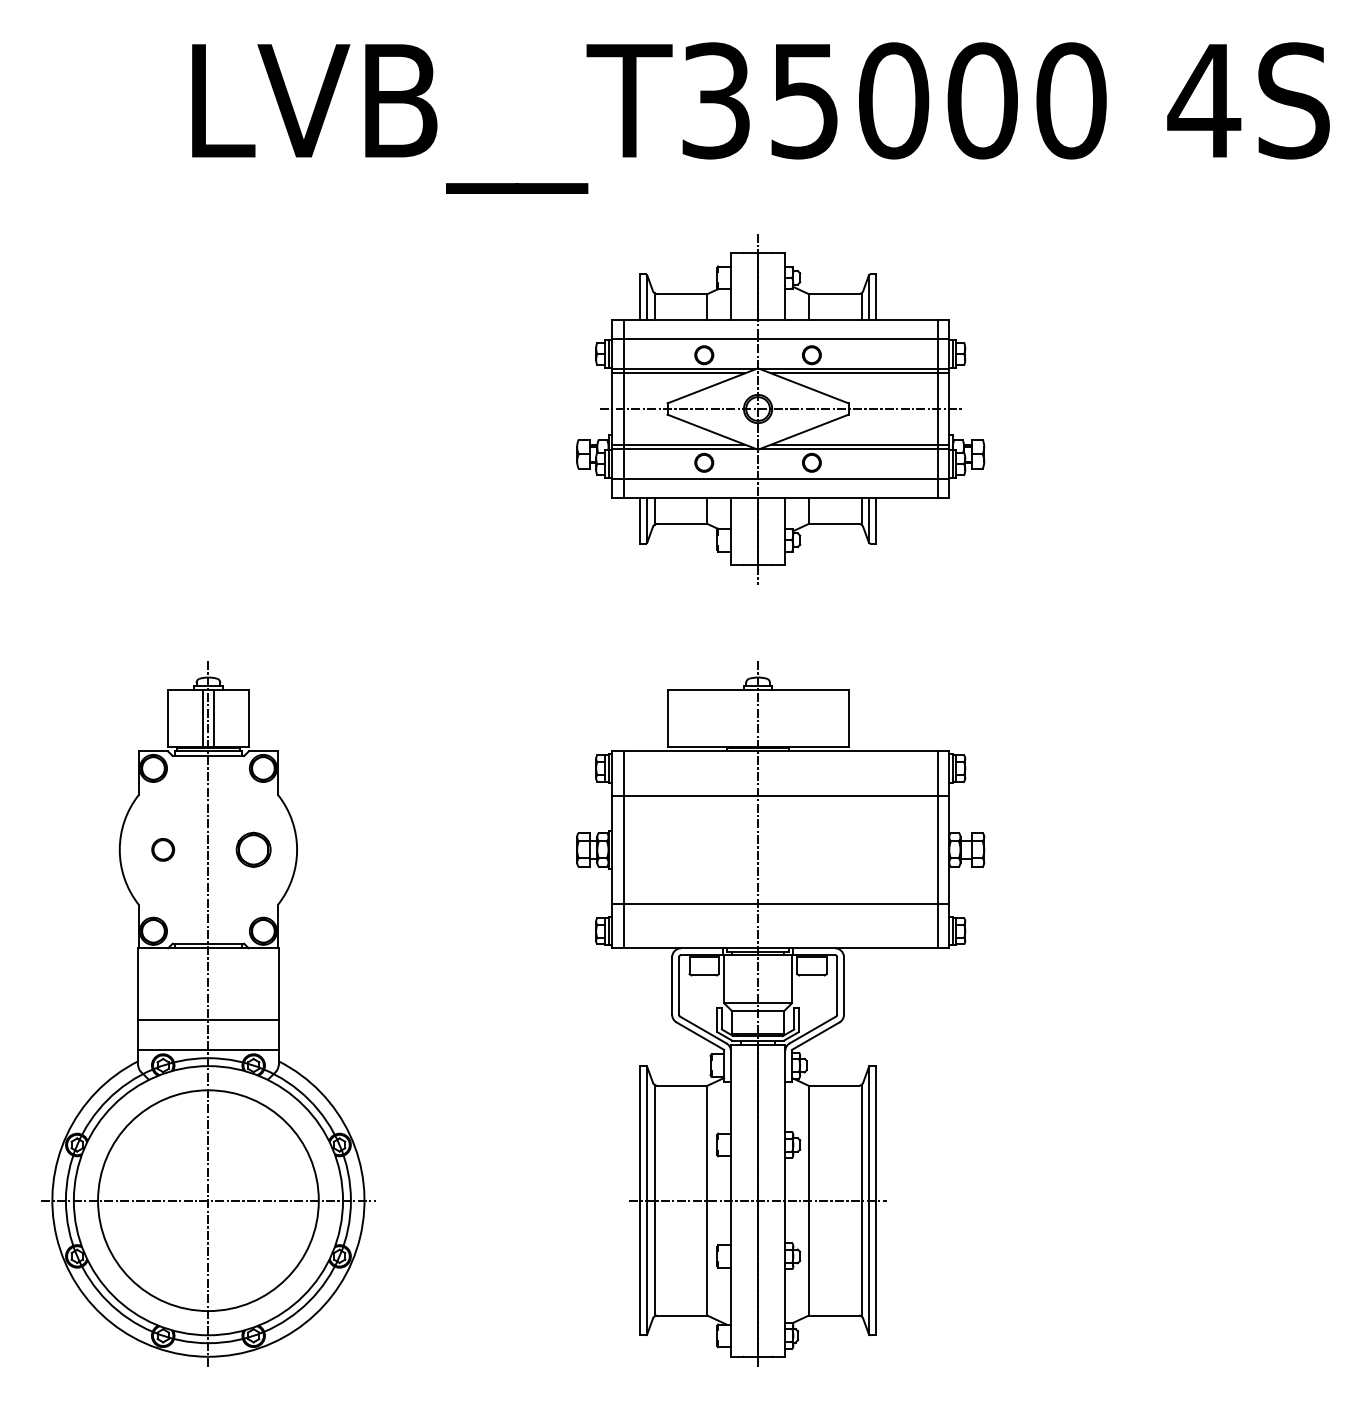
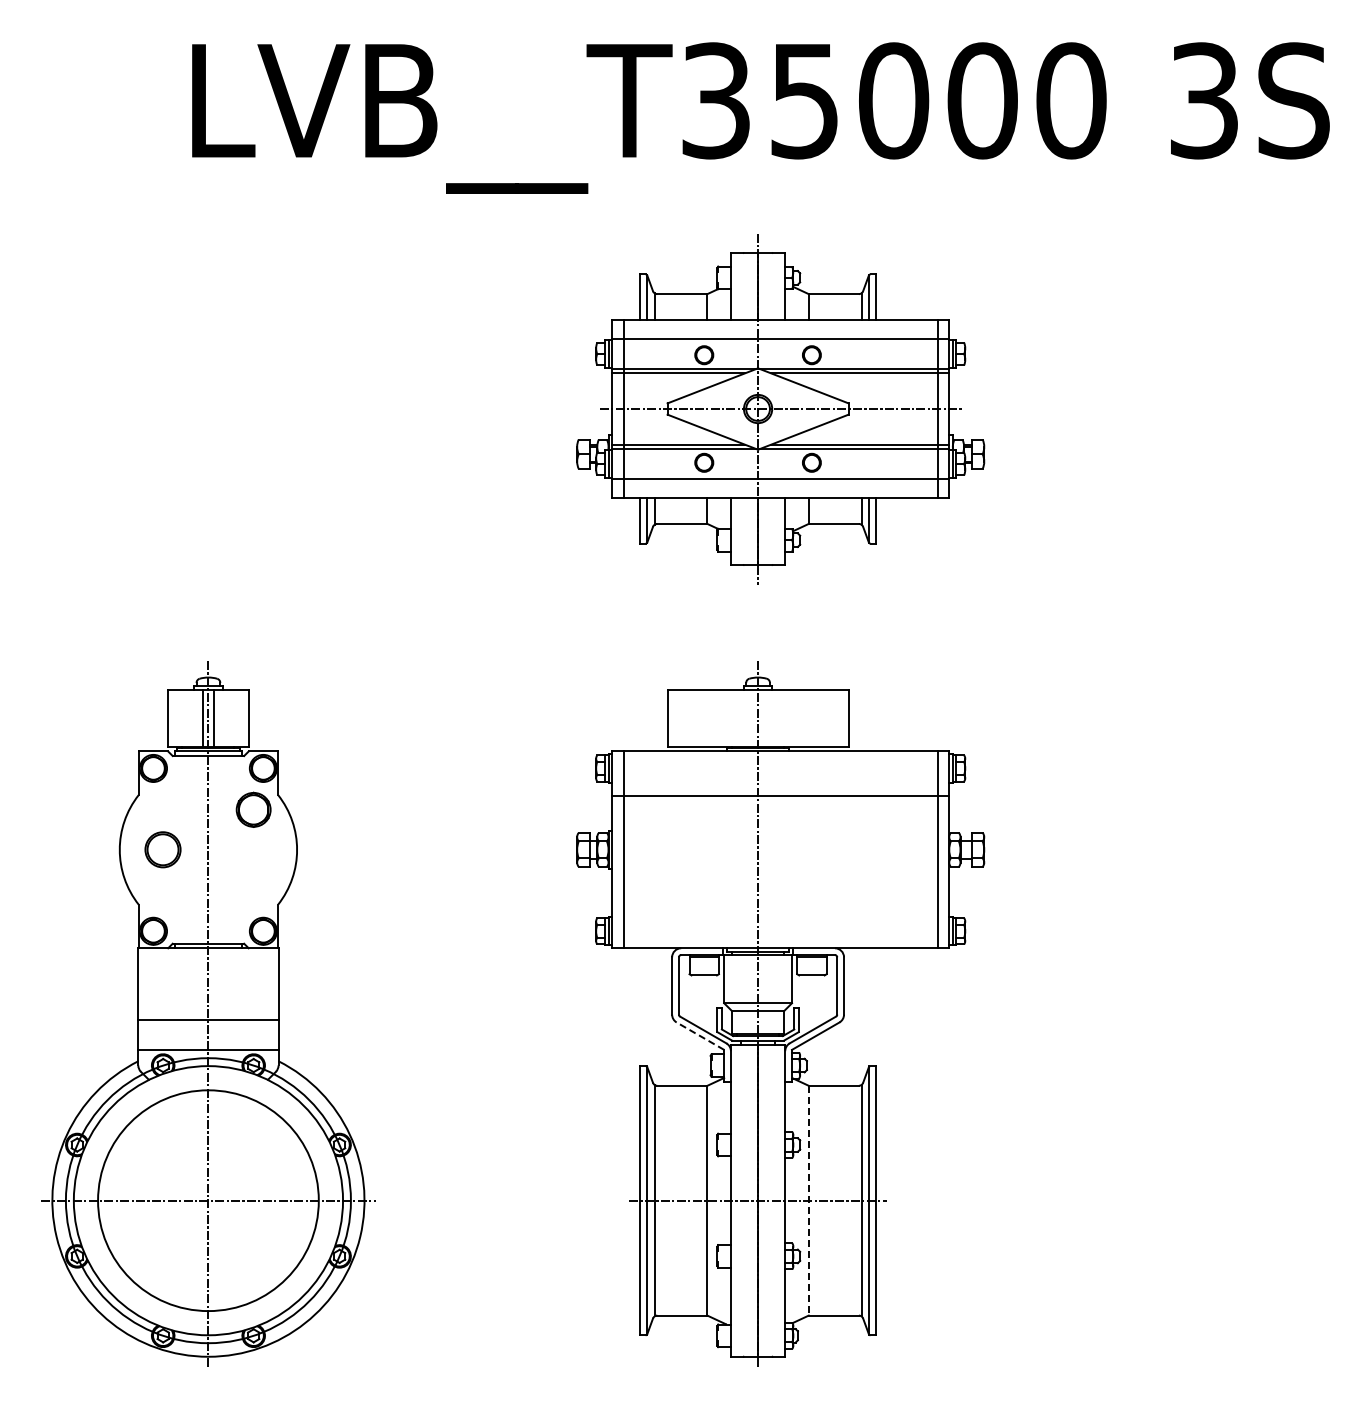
text at (1204, 100): 4S -> 3S
part at (163, 849) size: 25x24 px -> 38x38 px
part at (253, 849) position: (253, 849) -> (253, 809)
line at (780, 904): present -> none
line at (699, 1035): solid -> dashed
line at (808, 1200): solid -> dashed
